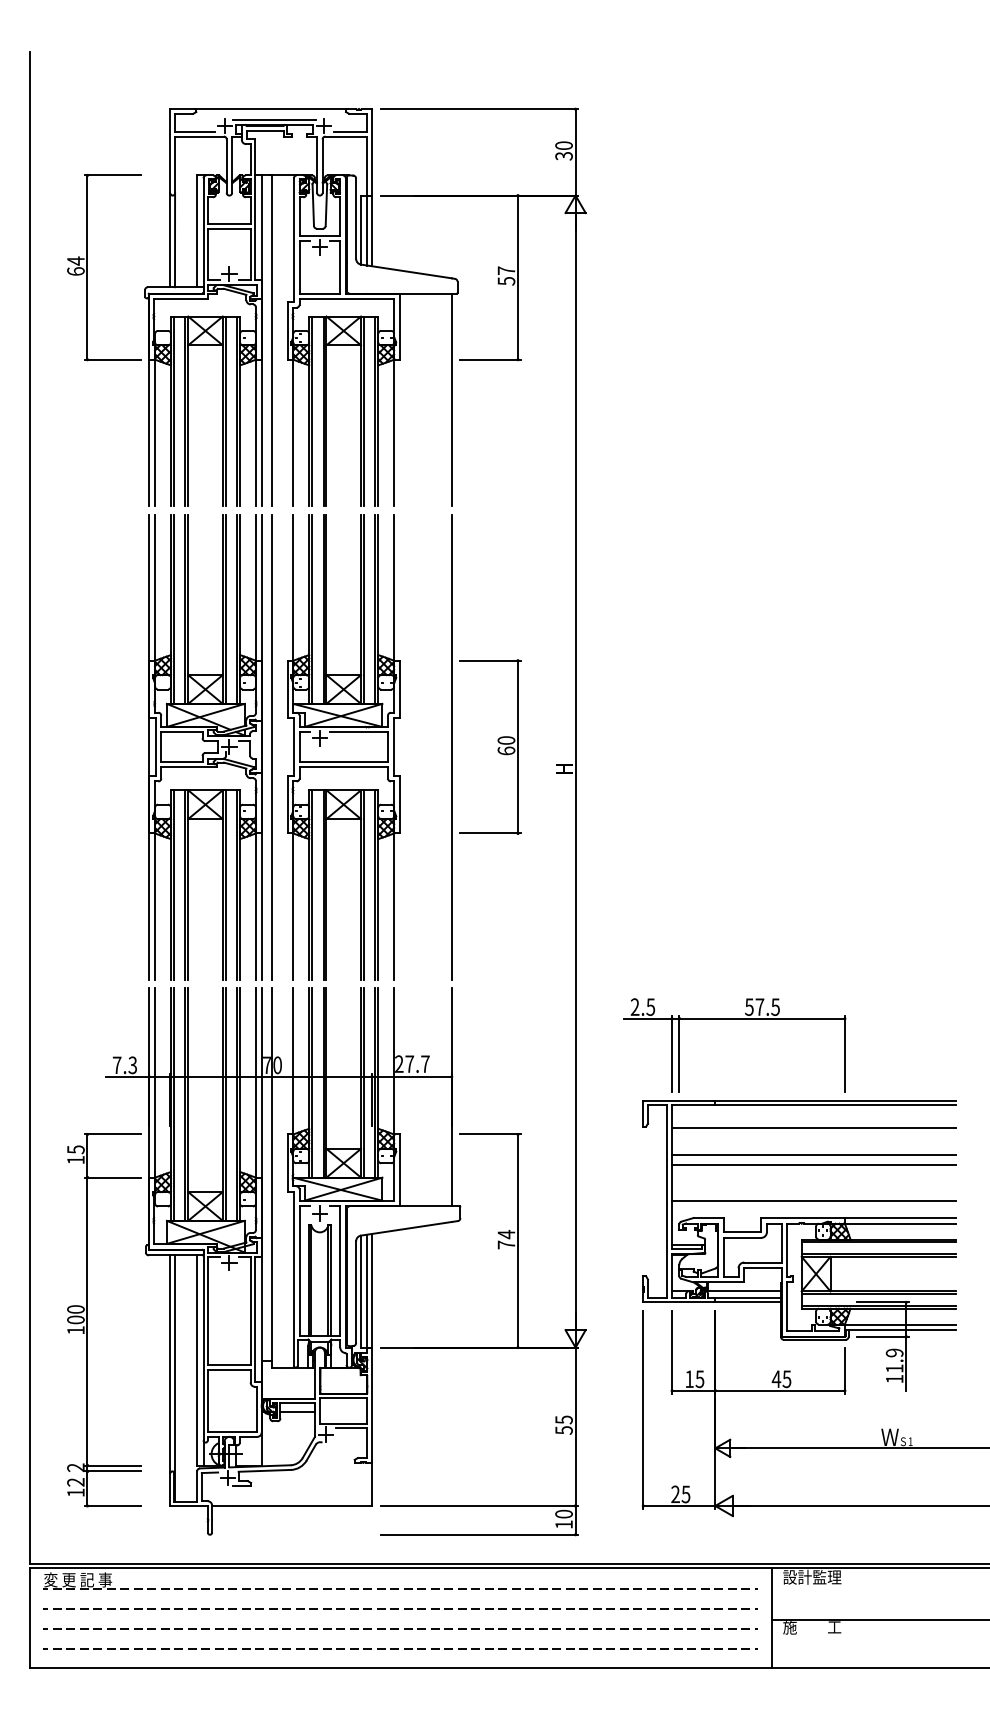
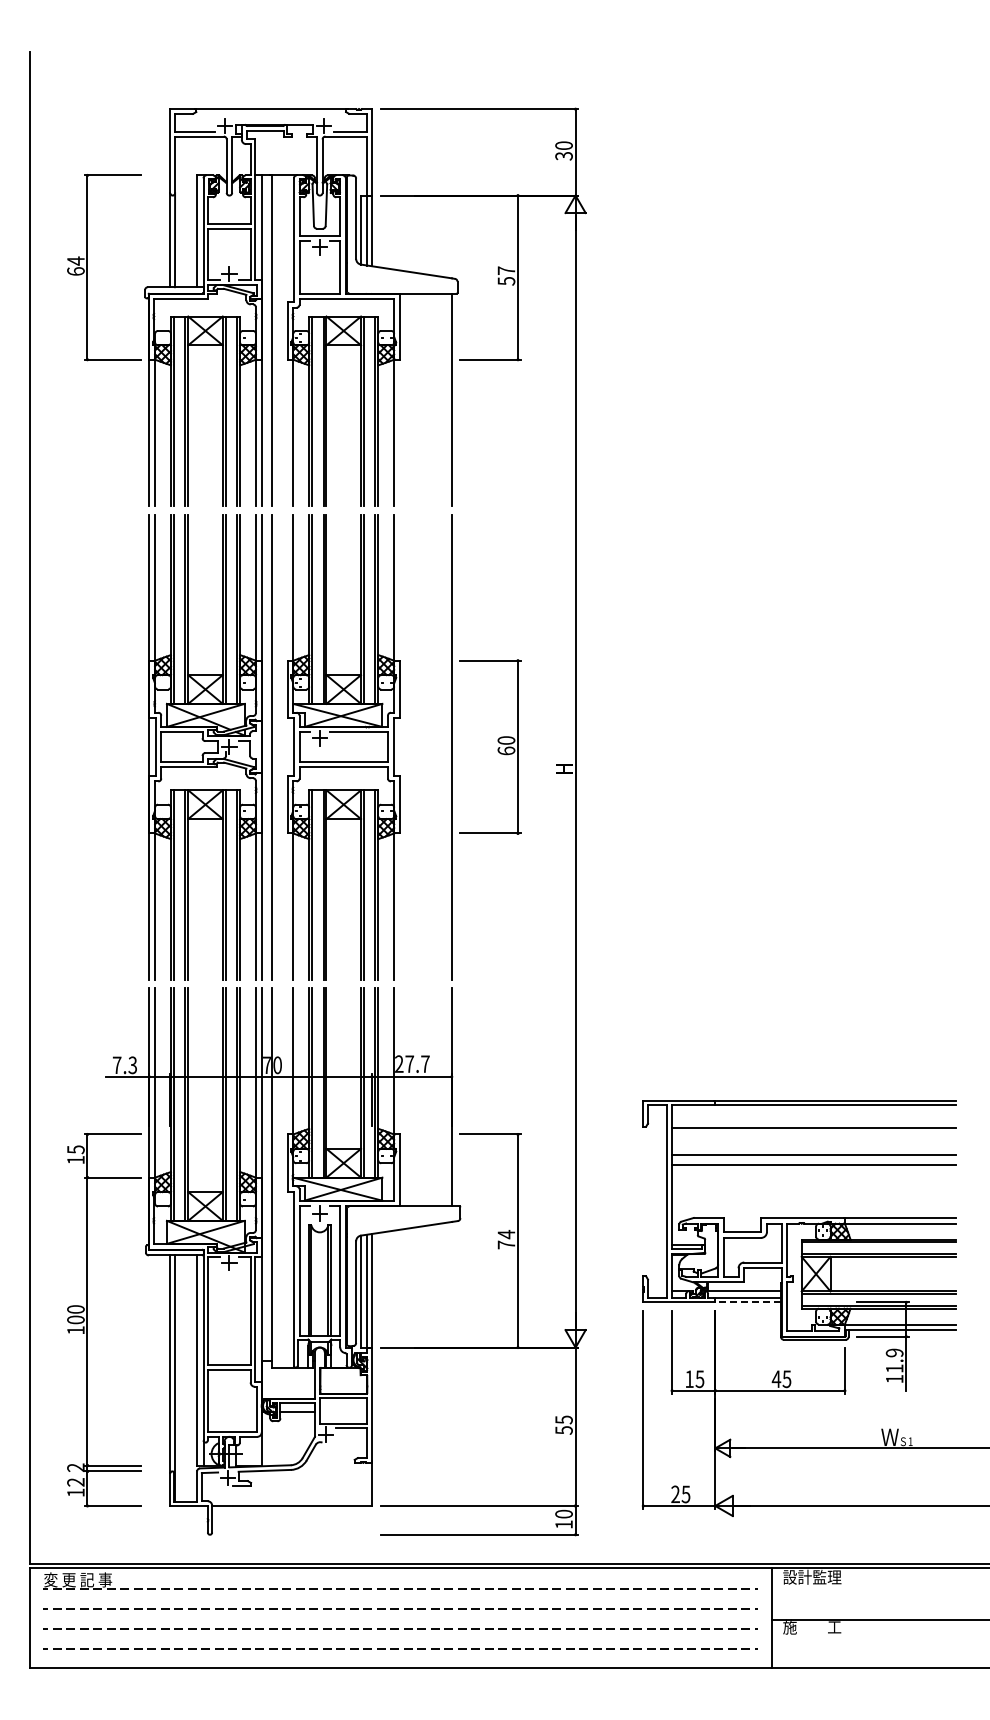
line at (274, 120): present -> none
part at (734, 1019): present -> none
line at (813, 1200): present -> none
line at (747, 1302): solid -> dashed
